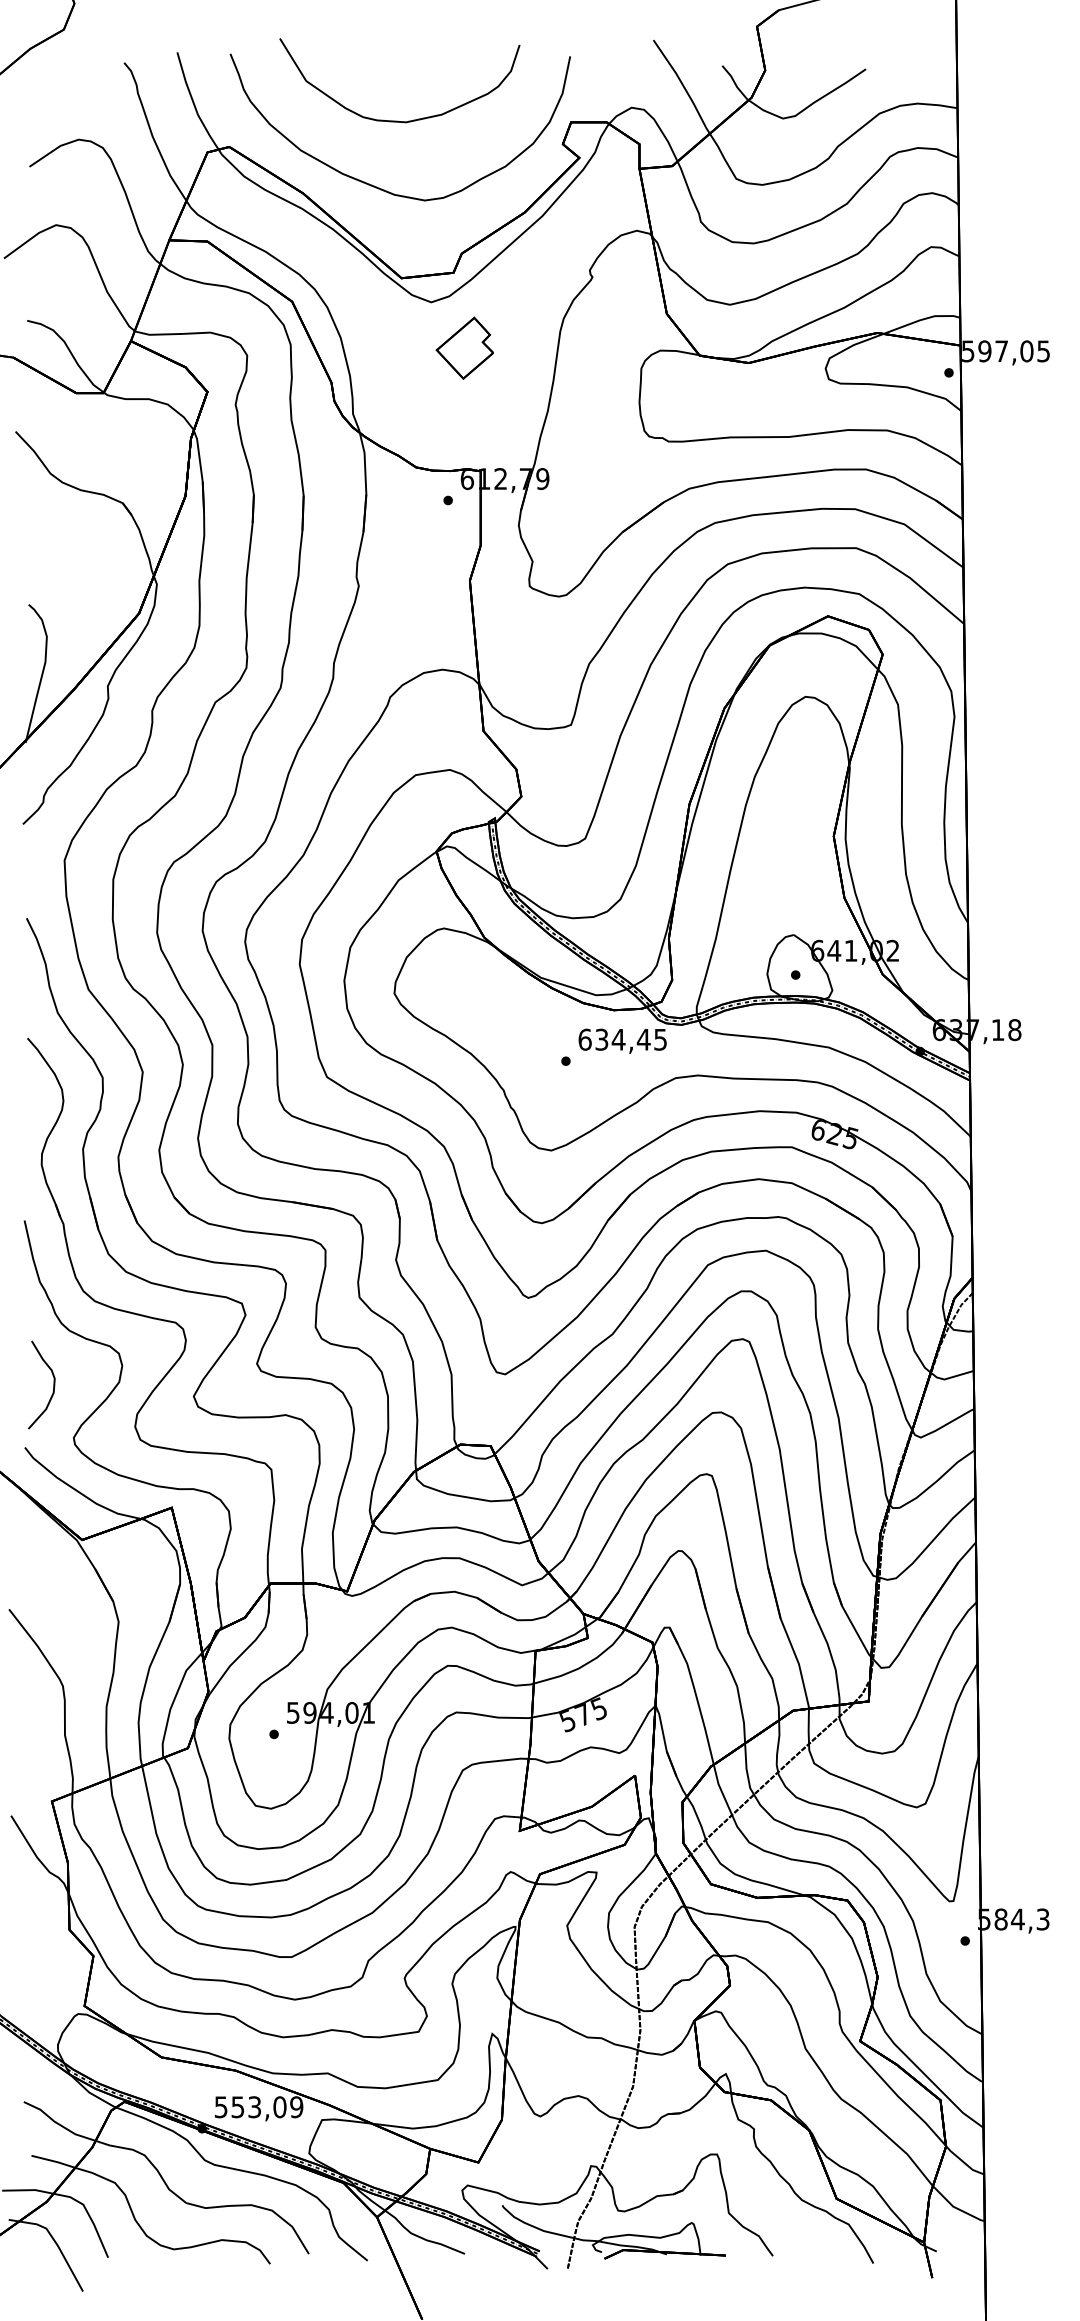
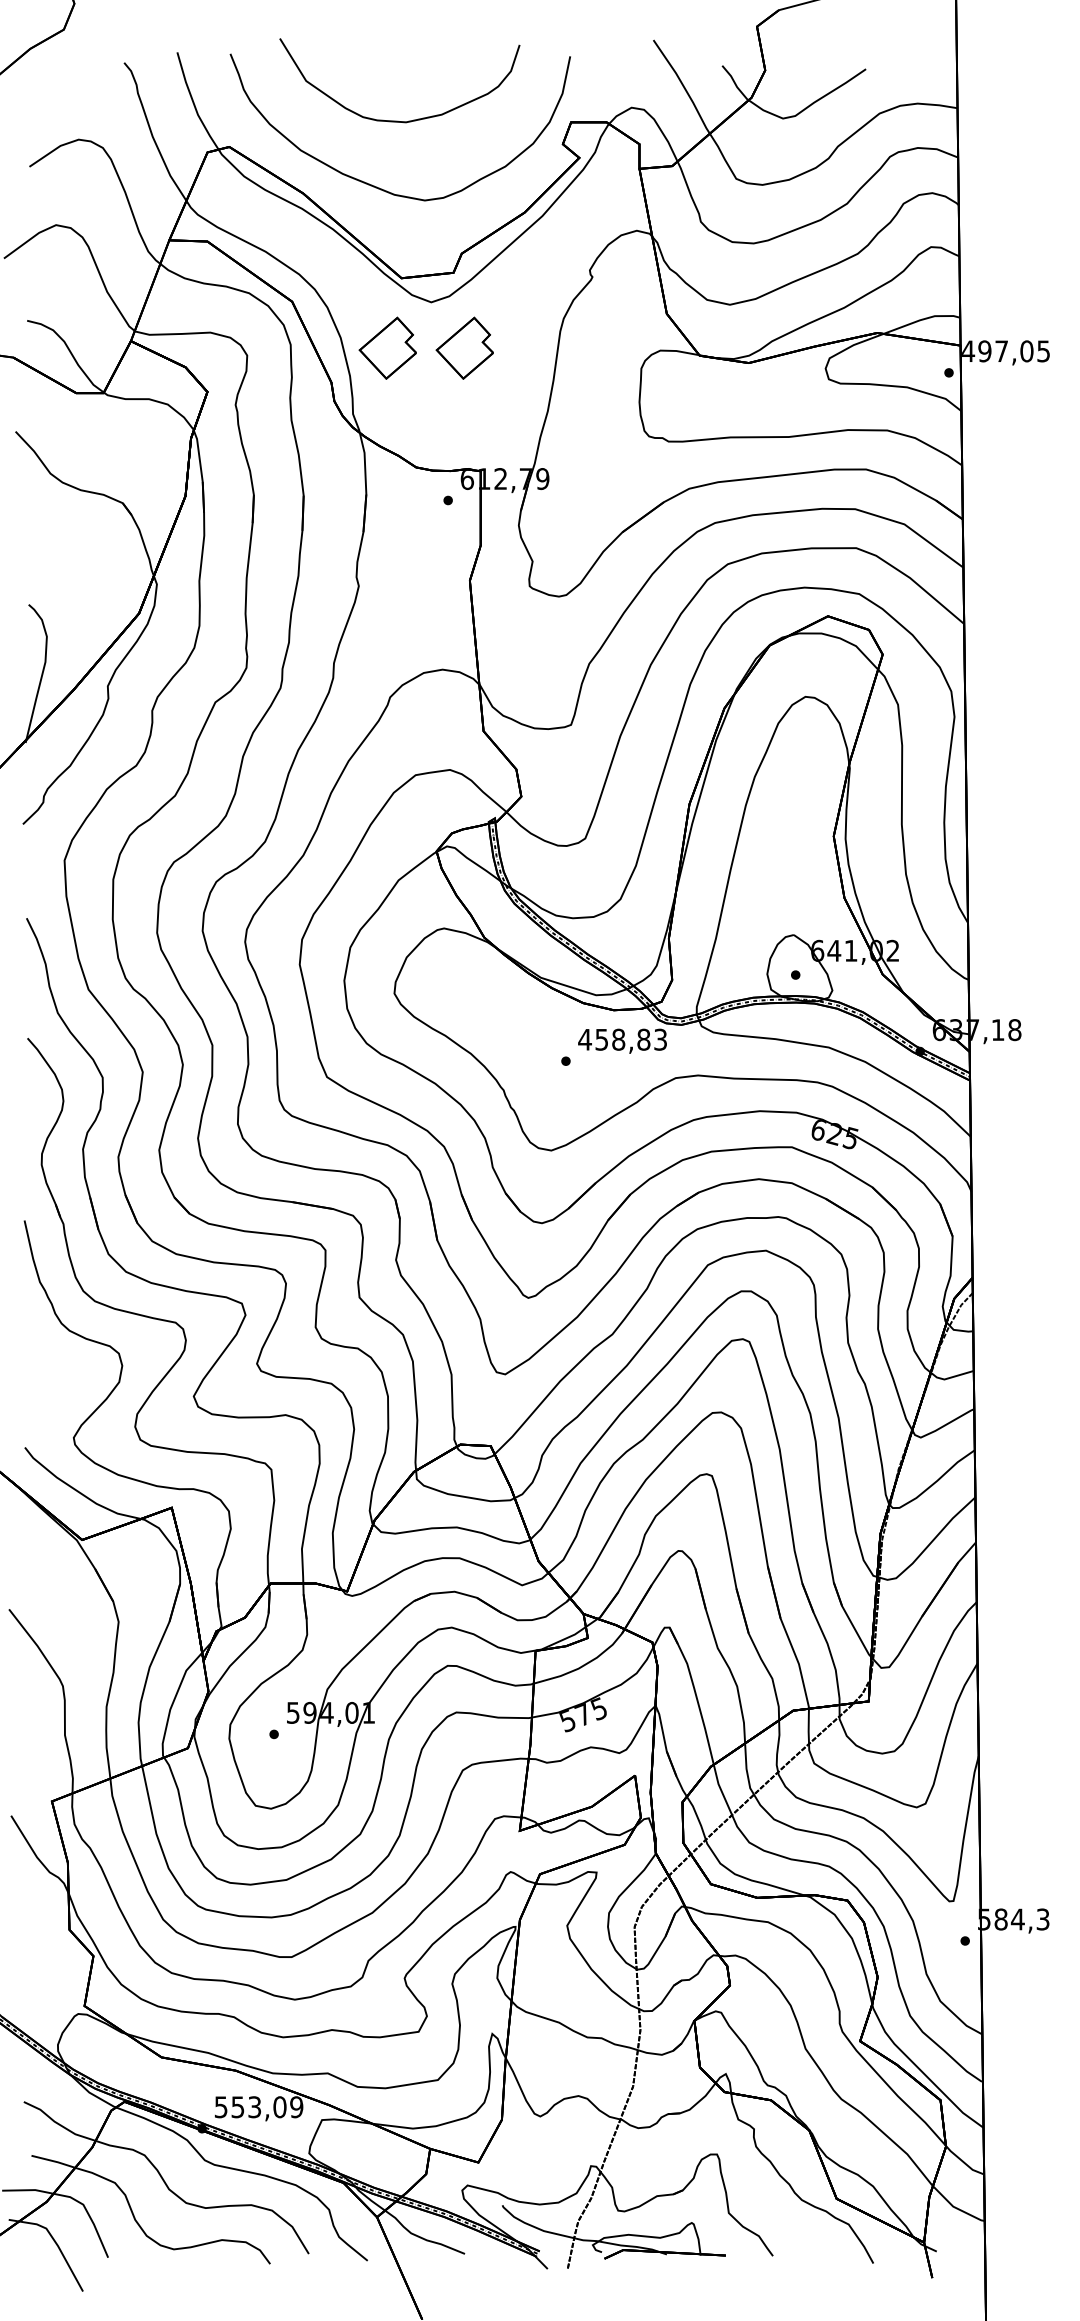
part at (387, 347): none -> present
text at (968, 351): 597,05 -> 497,05
text at (622, 1039): 634,45 -> 458,83
curve at (53, 1384): present -> none
